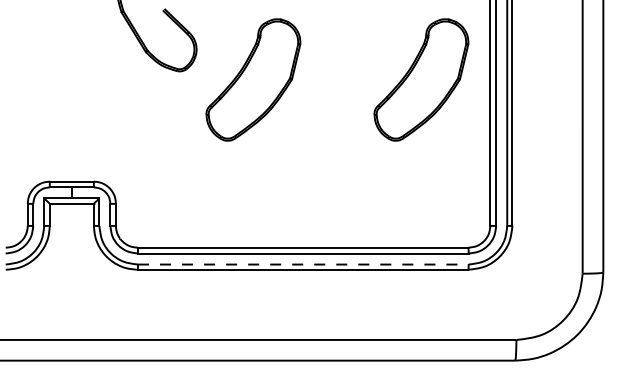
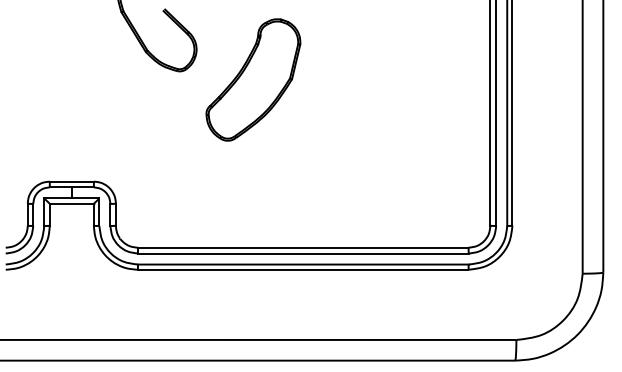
part at (421, 79): present -> none
line at (303, 264): dashed -> solid
